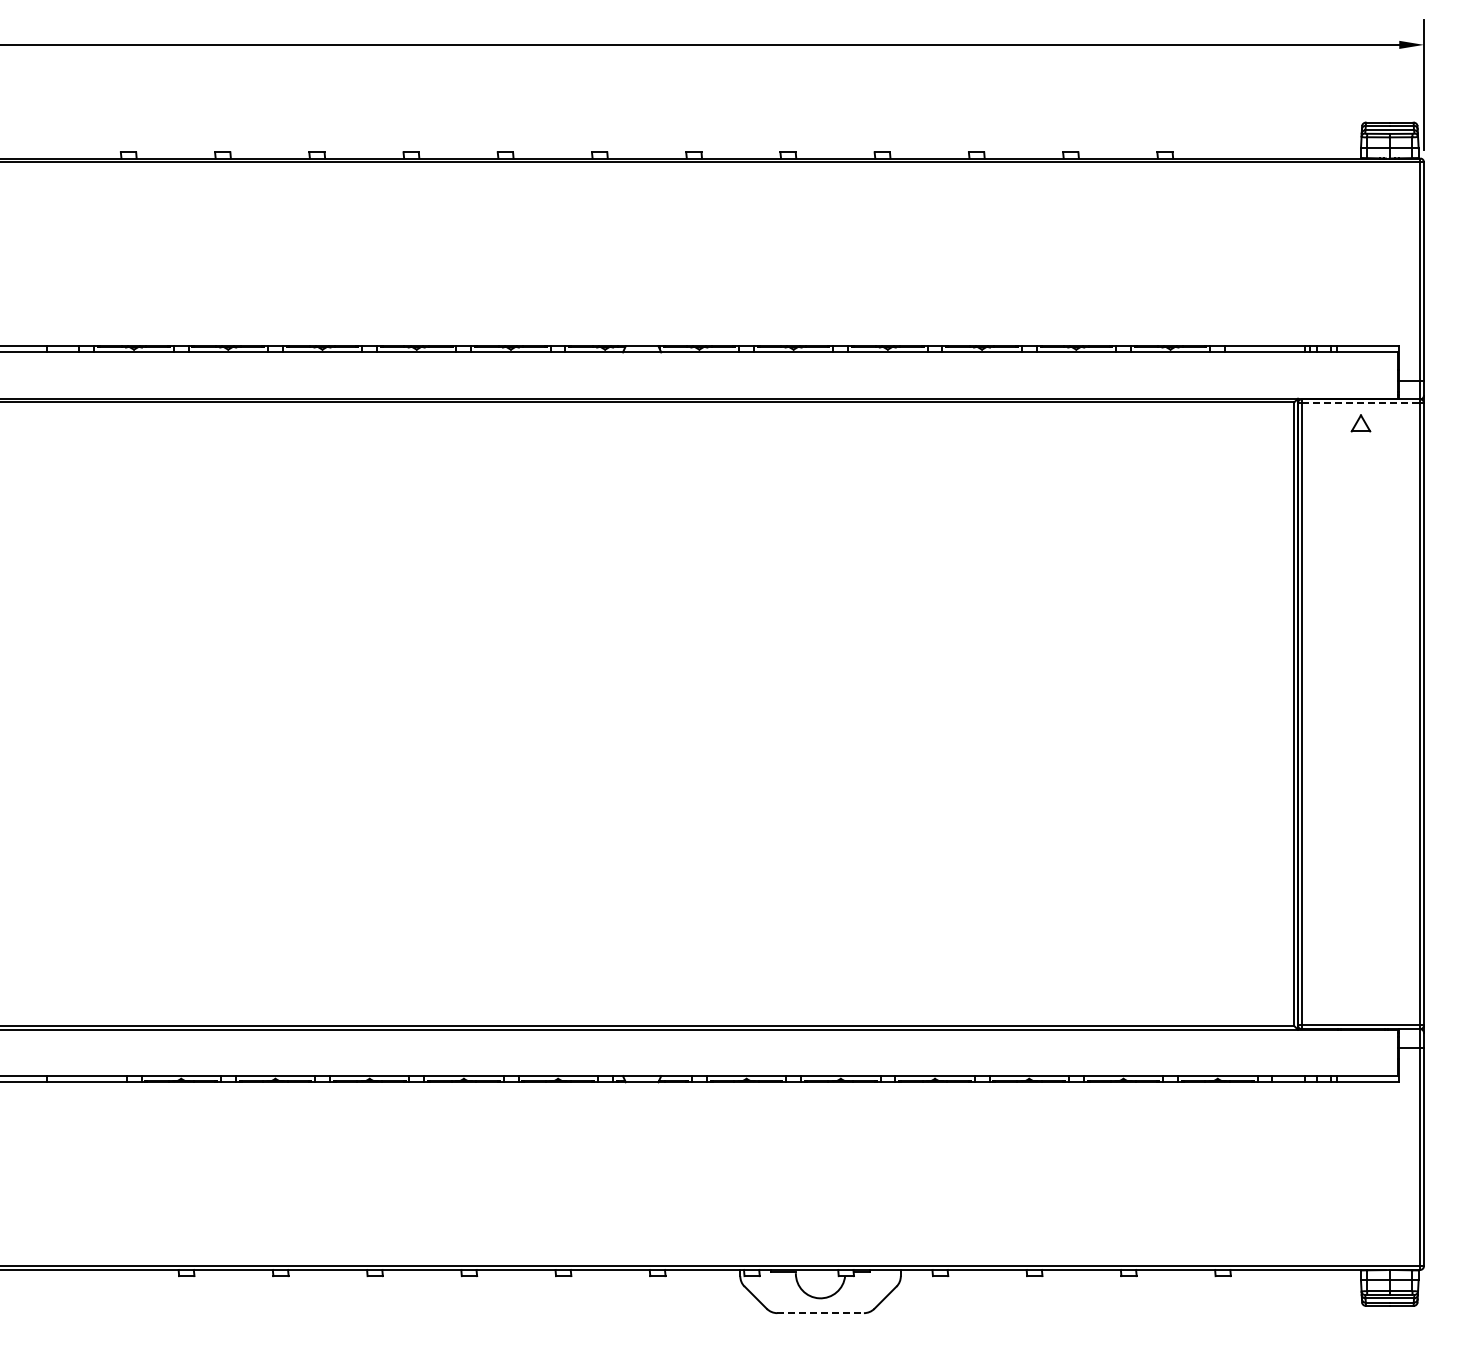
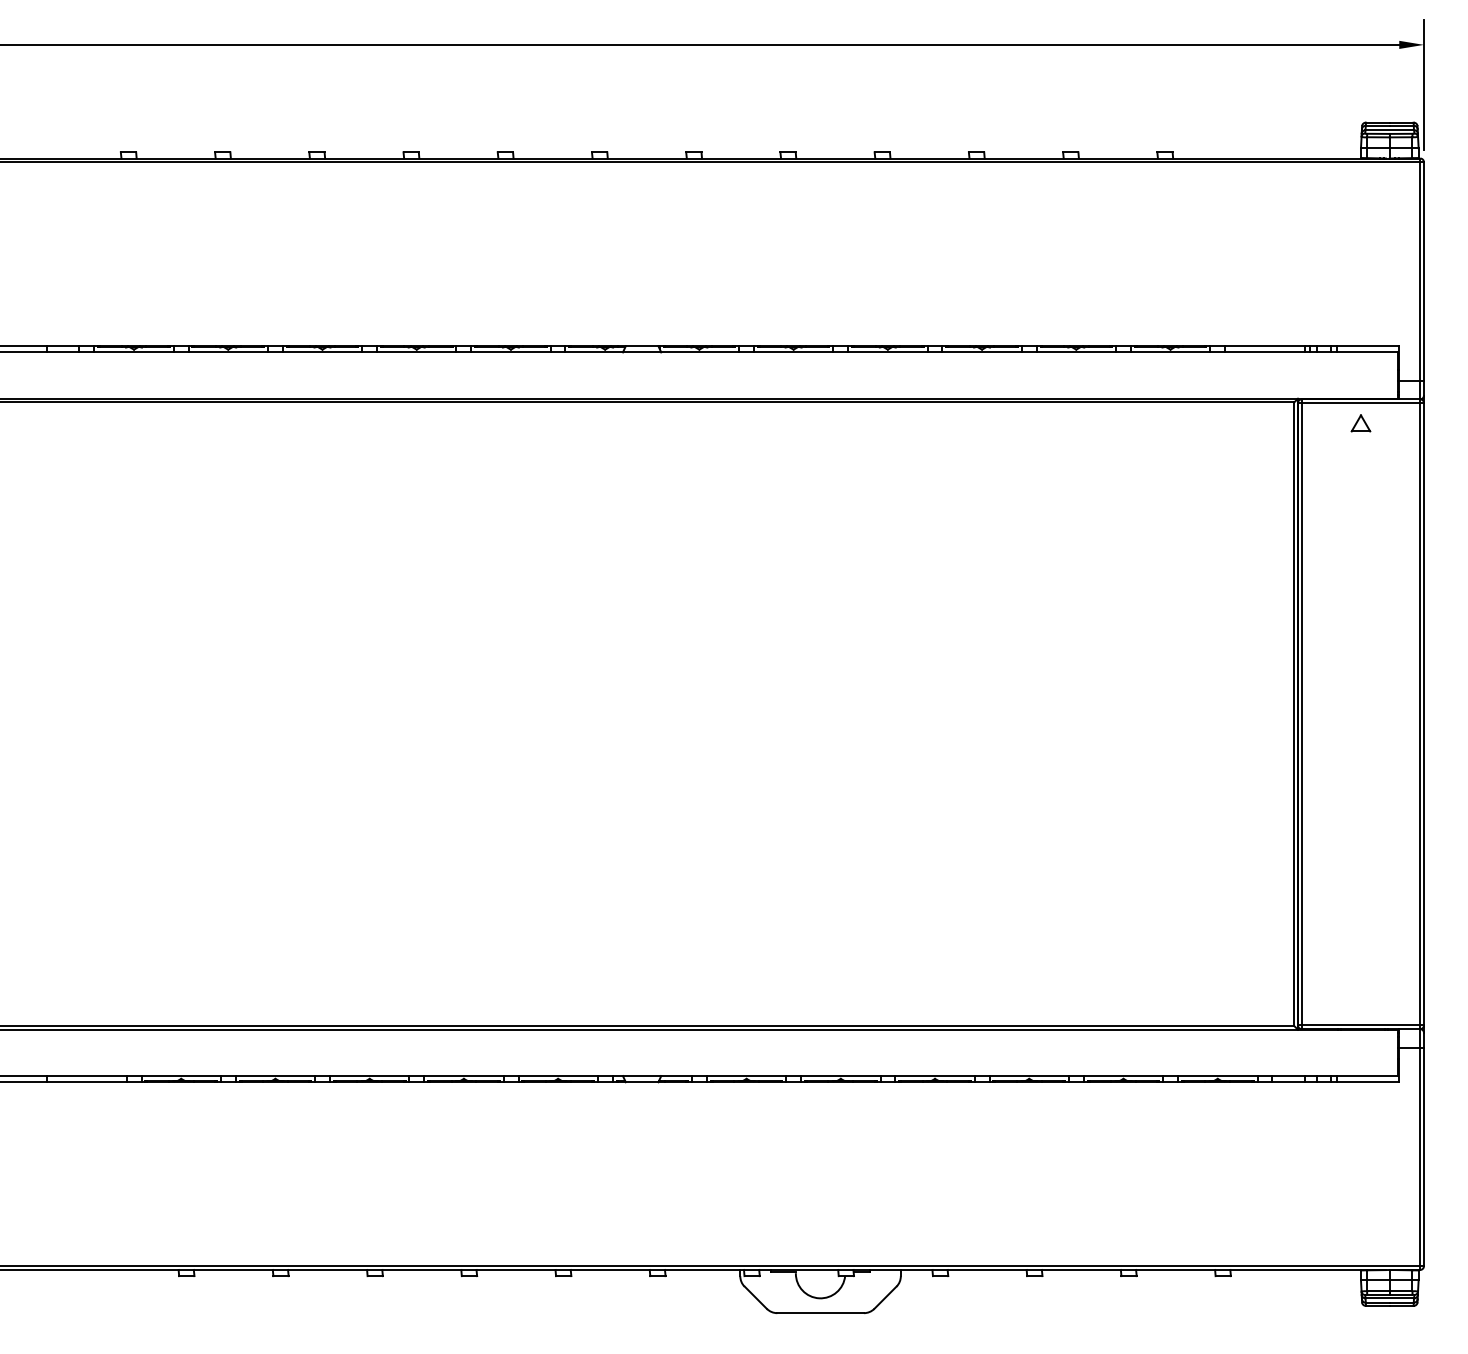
line at (1361, 403): dashed -> solid
line at (821, 1313): dashed -> solid
